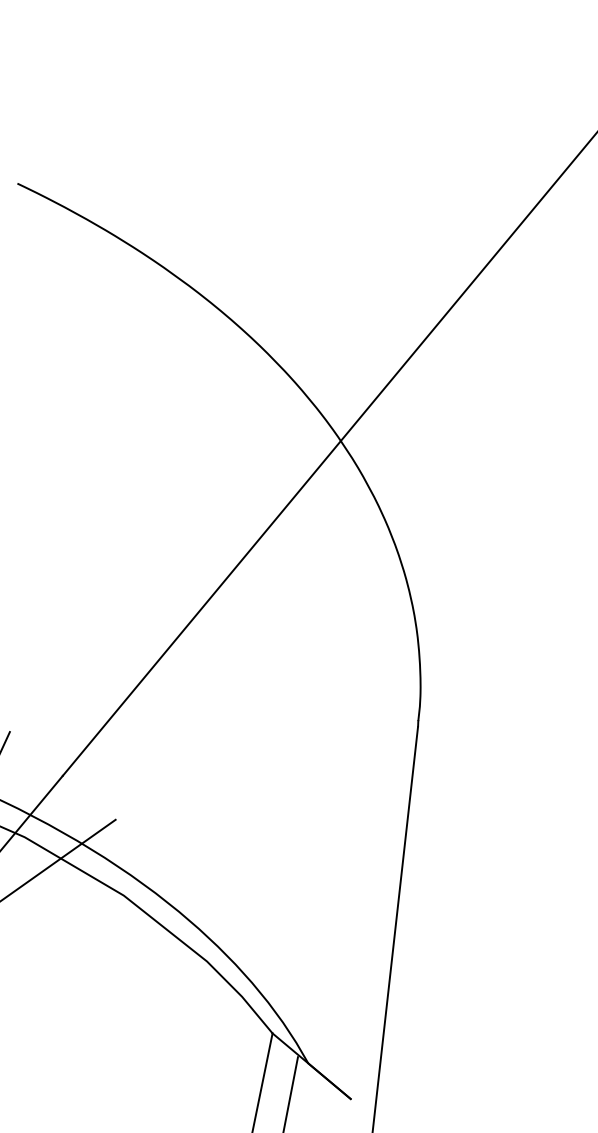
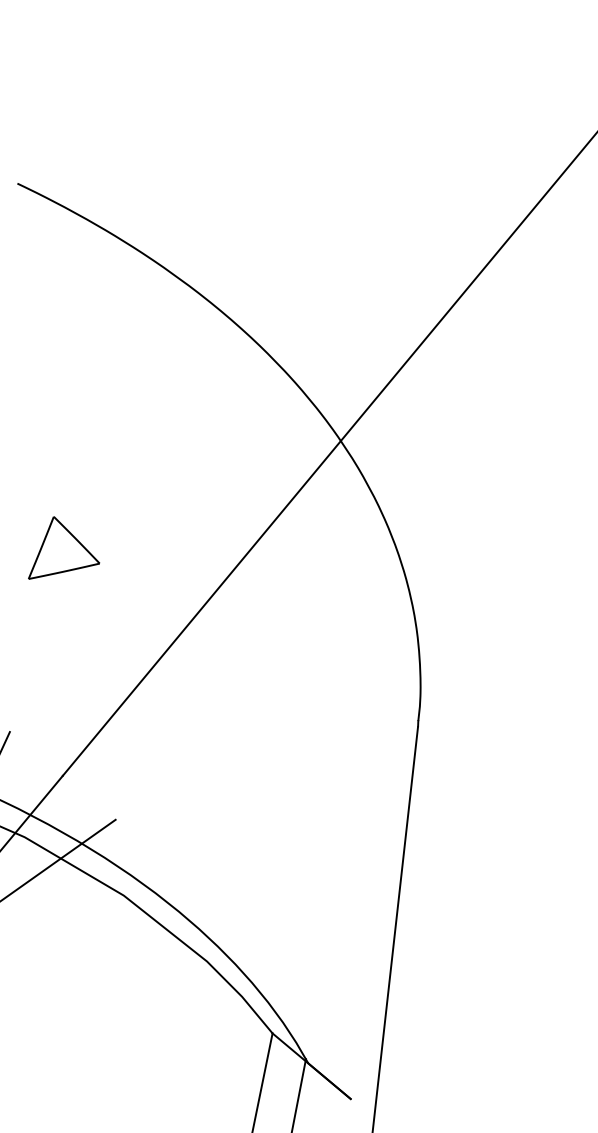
part at (64, 547): none -> present
line at (290, 1093) position: (290, 1093) -> (298, 1094)
